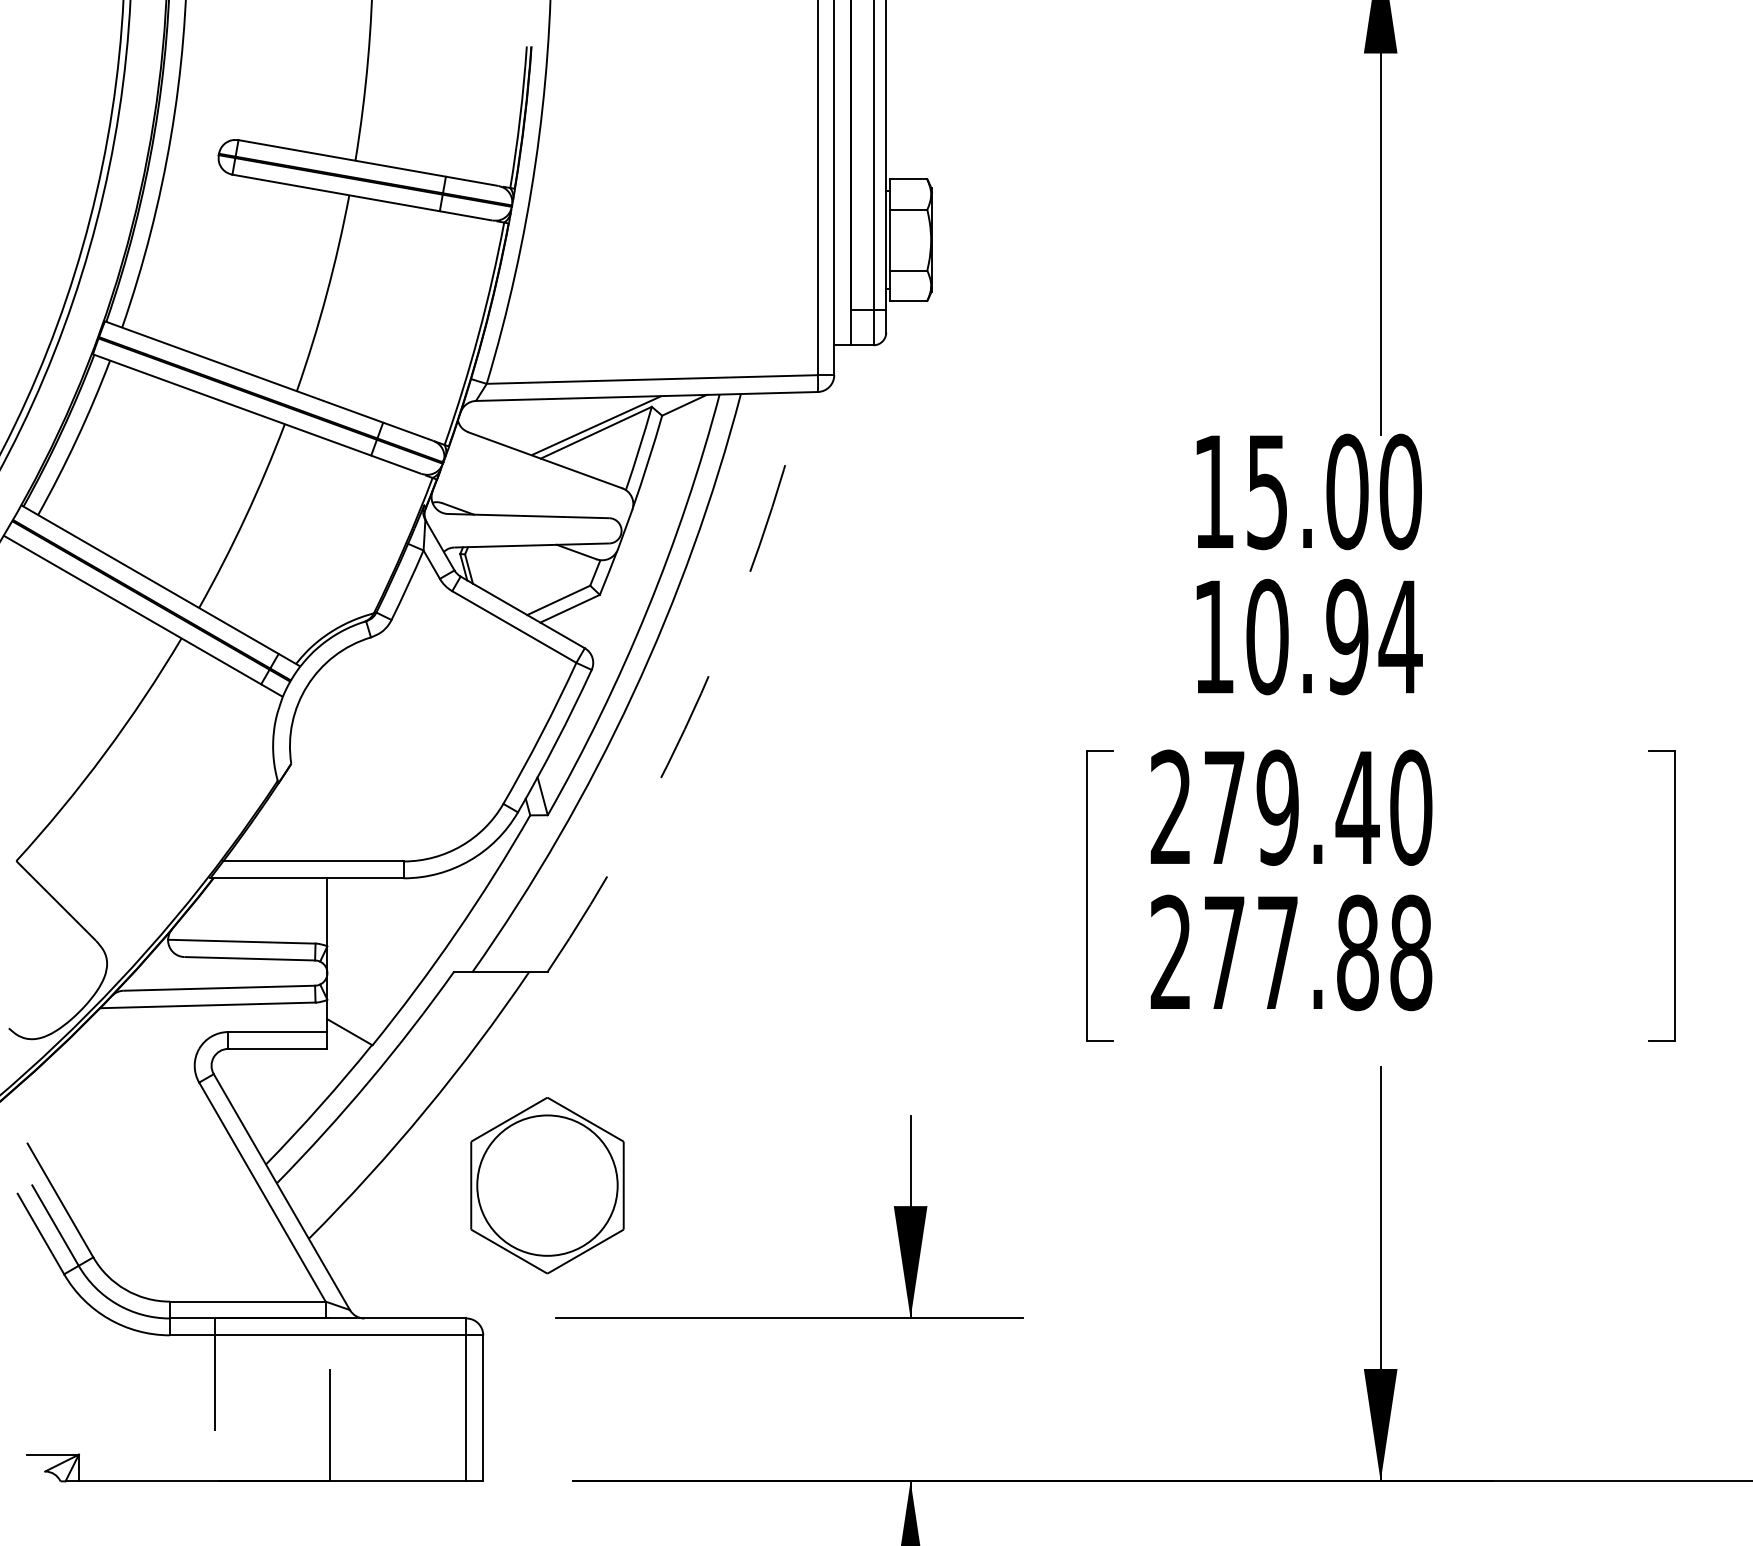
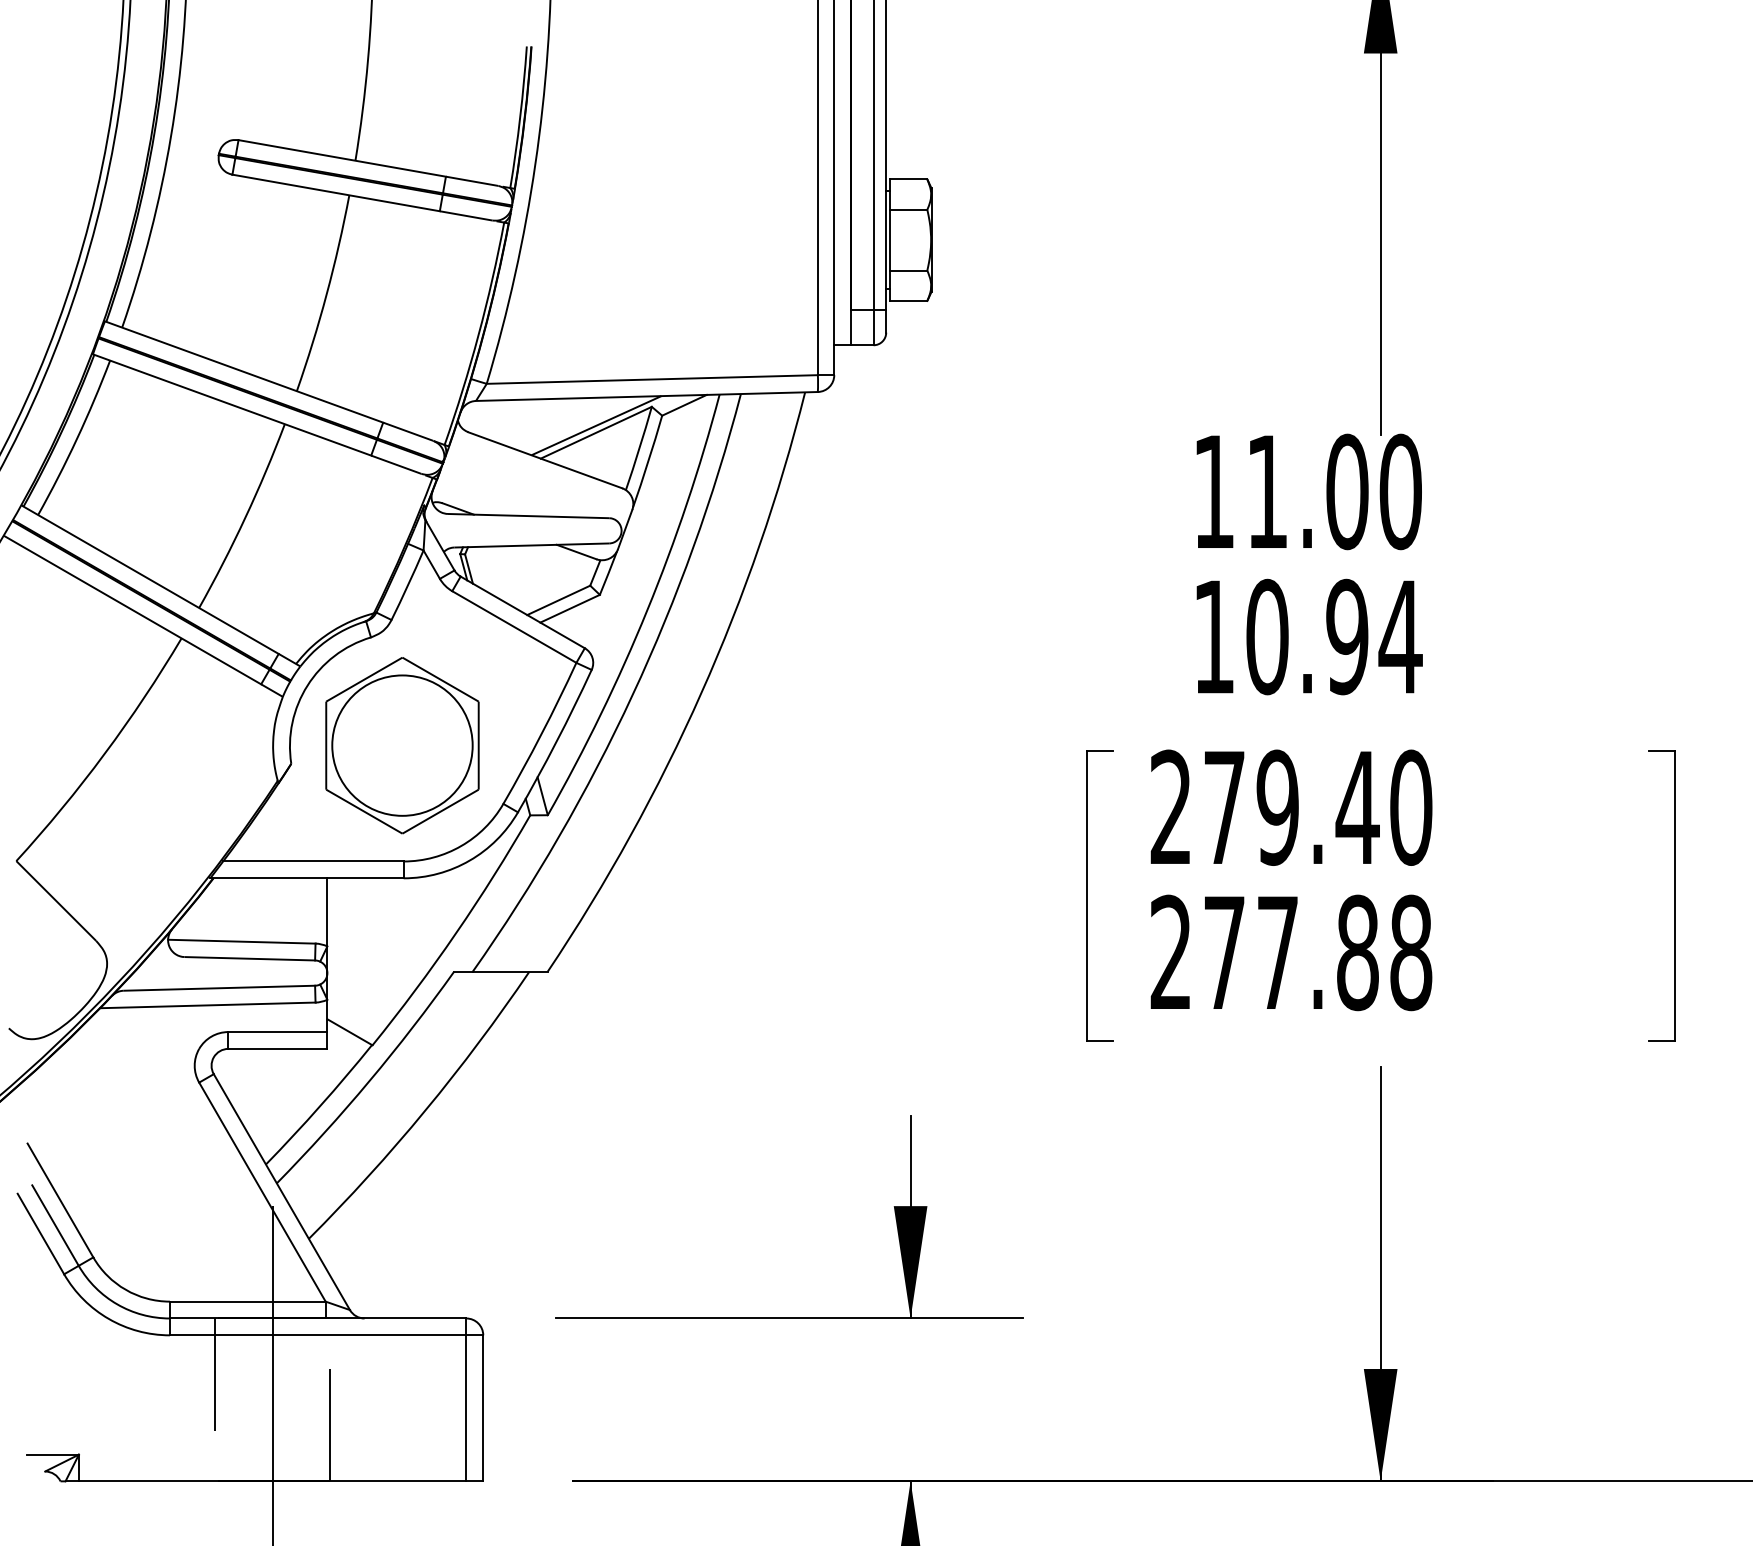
text at (1266, 492): 15.00 -> 11.00
arc at (701, 693): dashed -> solid
part at (547, 1185) position: (547, 1185) -> (402, 745)
line at (272, 1373): none -> present
